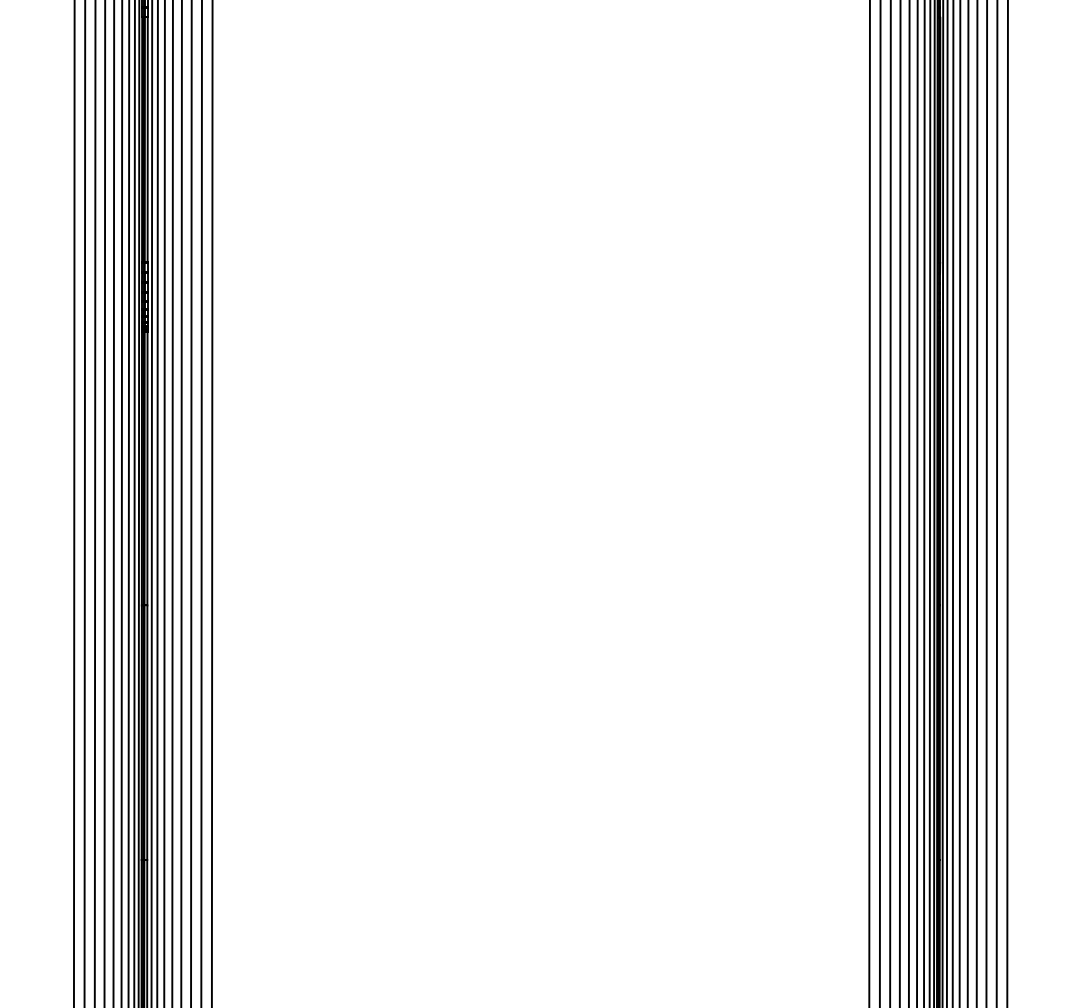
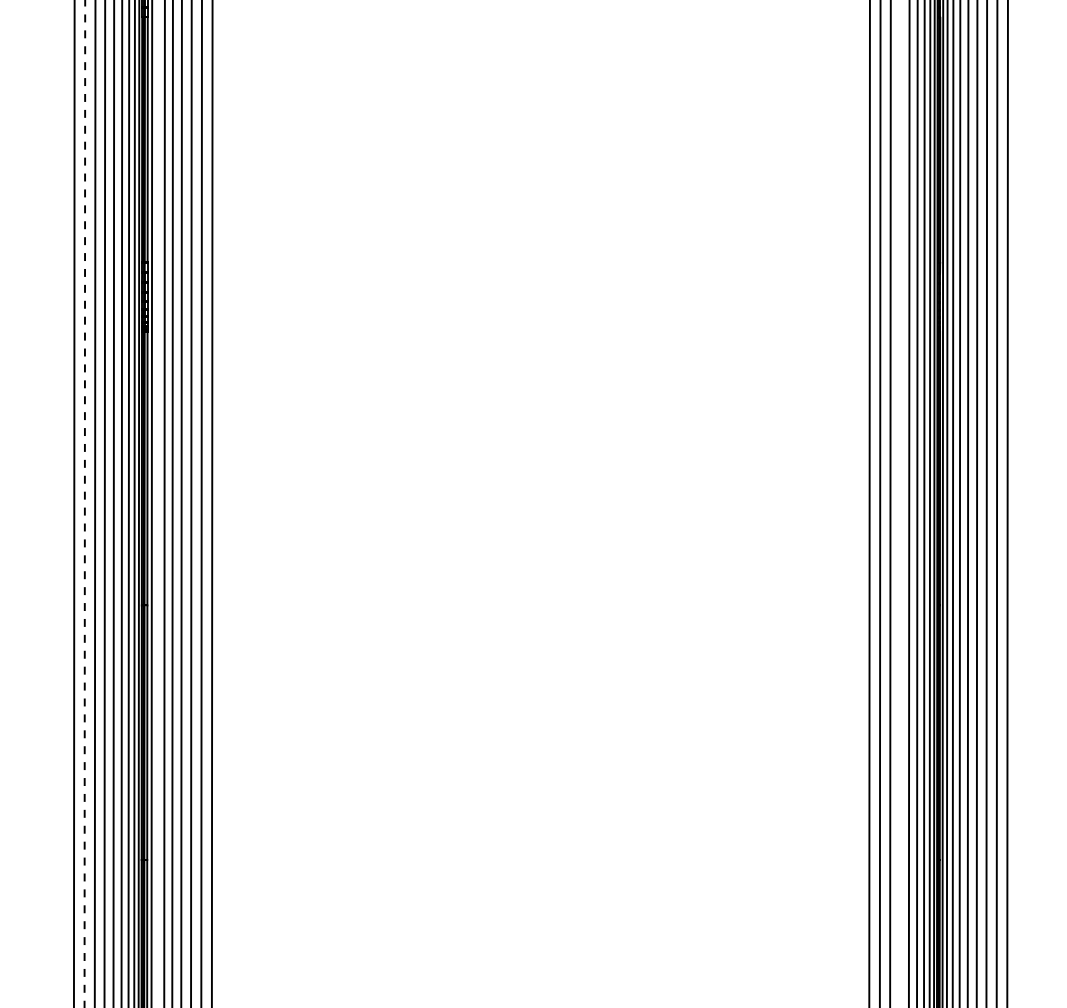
line at (157, 503): present -> none
line at (899, 503): present -> none
line at (84, 504): solid -> dashed
